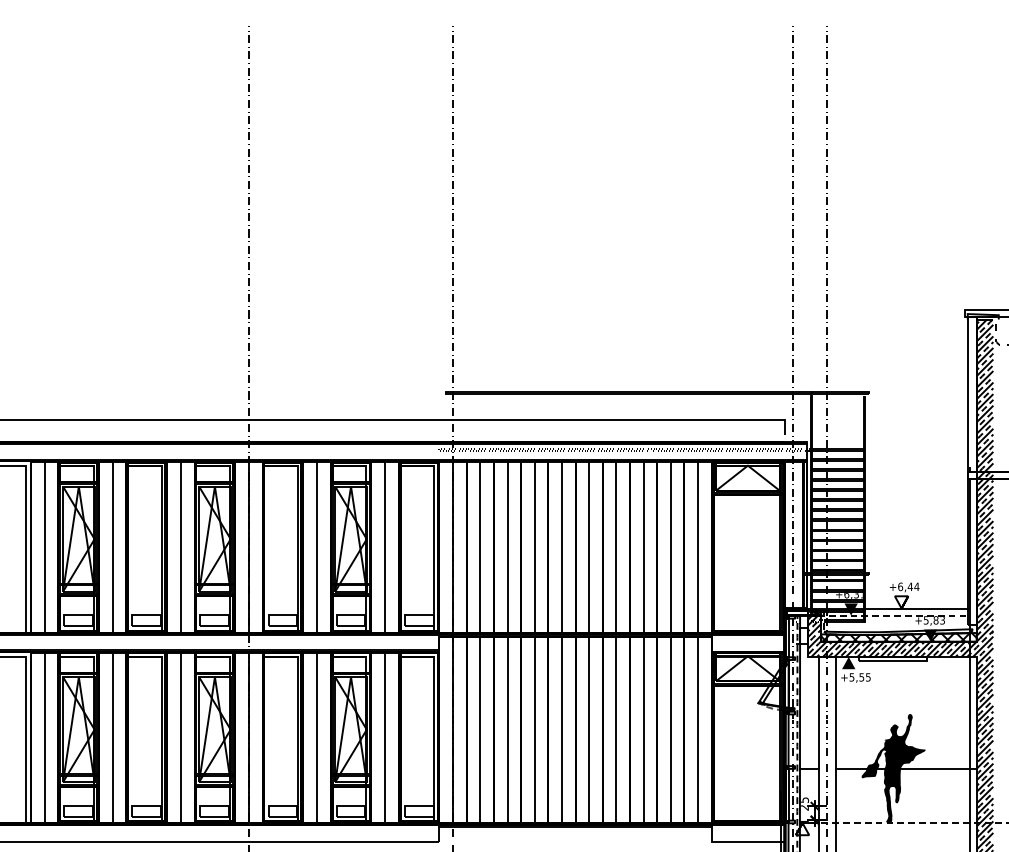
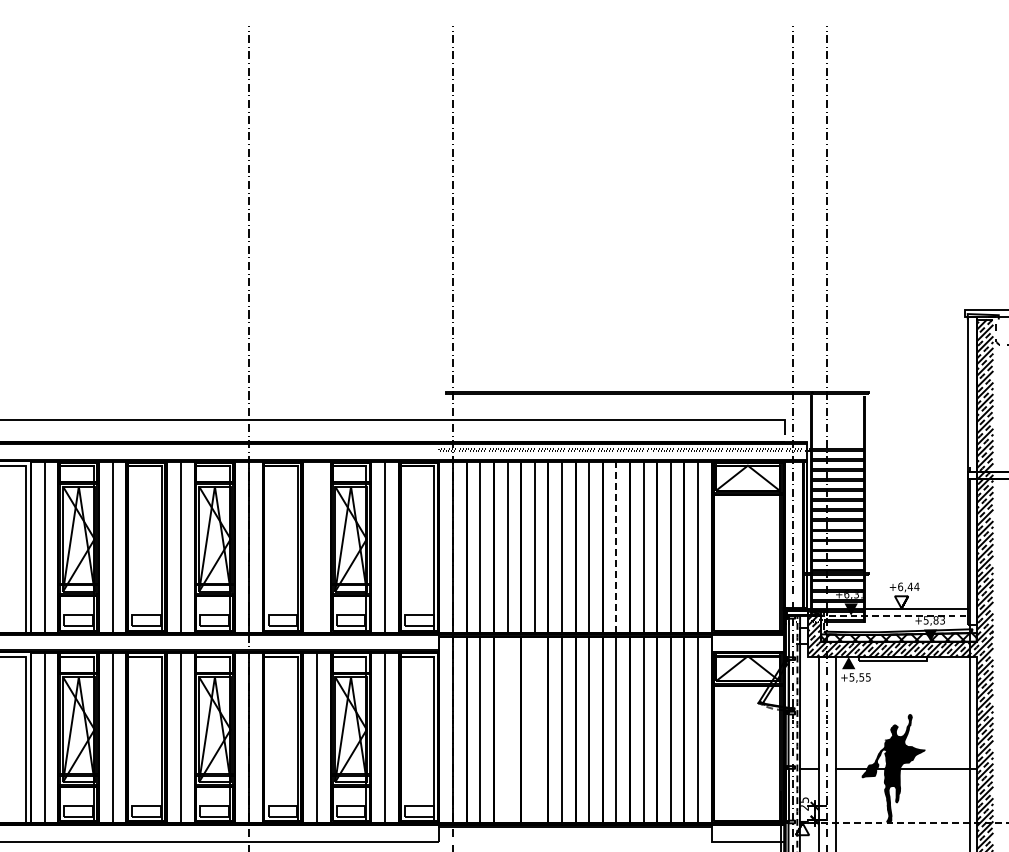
line at (317, 546): present -> none
line at (616, 546): solid -> dashed
line at (507, 729): present -> none
line at (534, 729): present -> none
